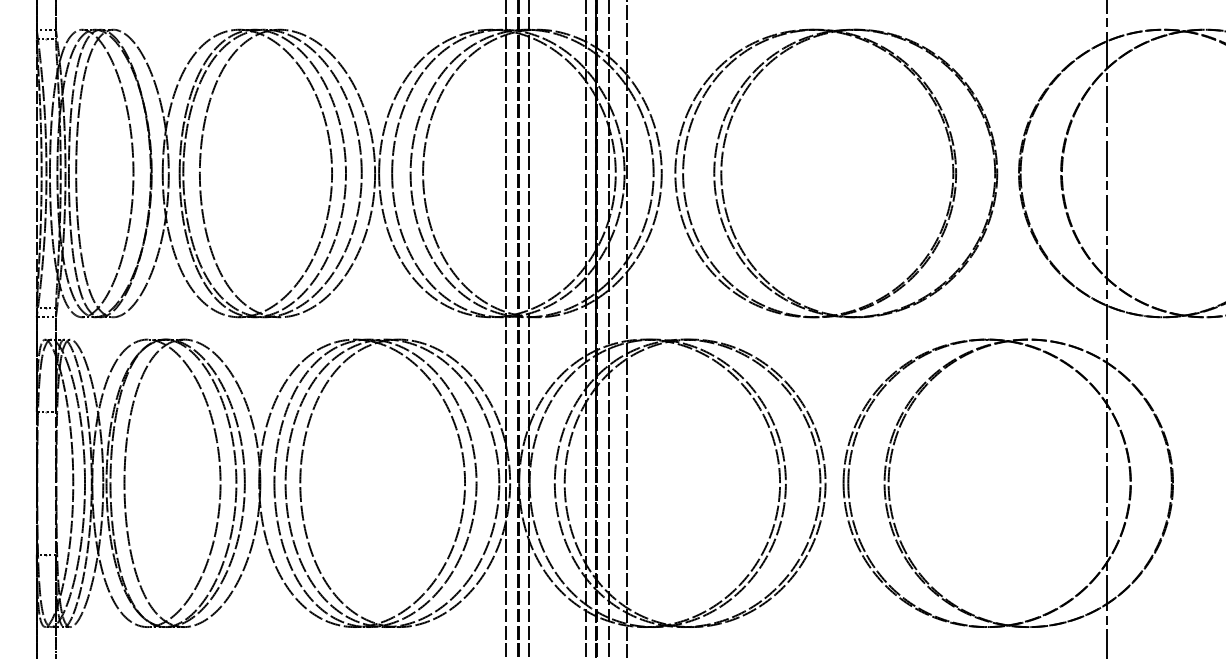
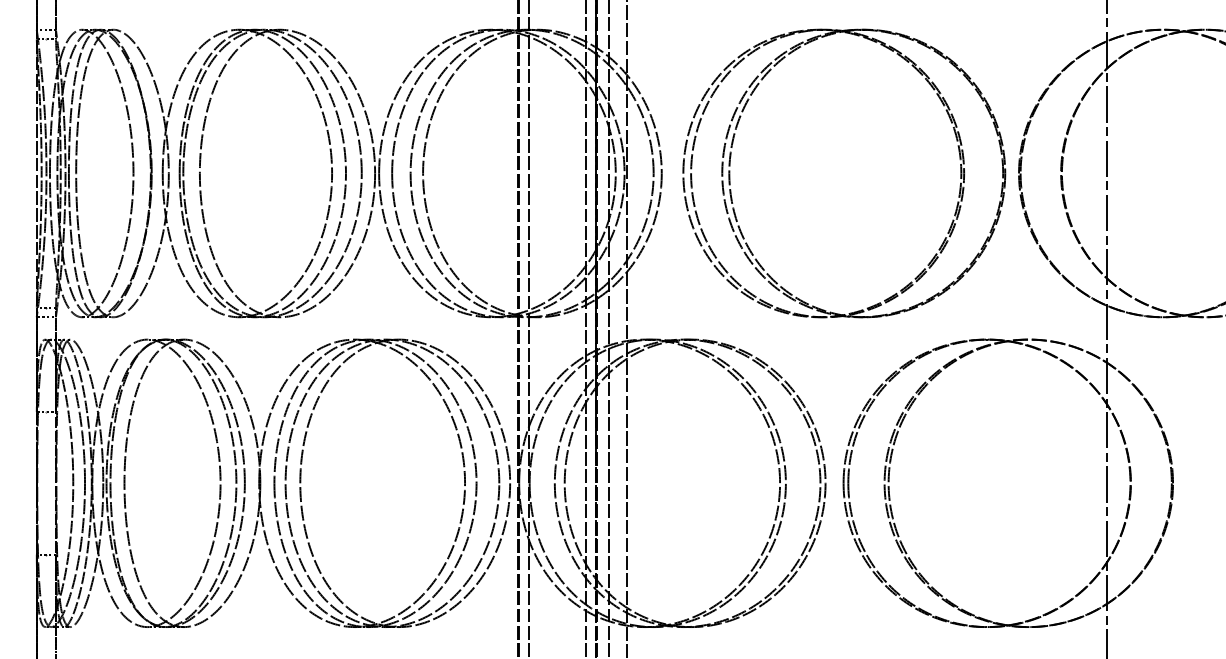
part at (722, 173) position: (722, 173) -> (730, 173)
line at (506, 328): present -> none
